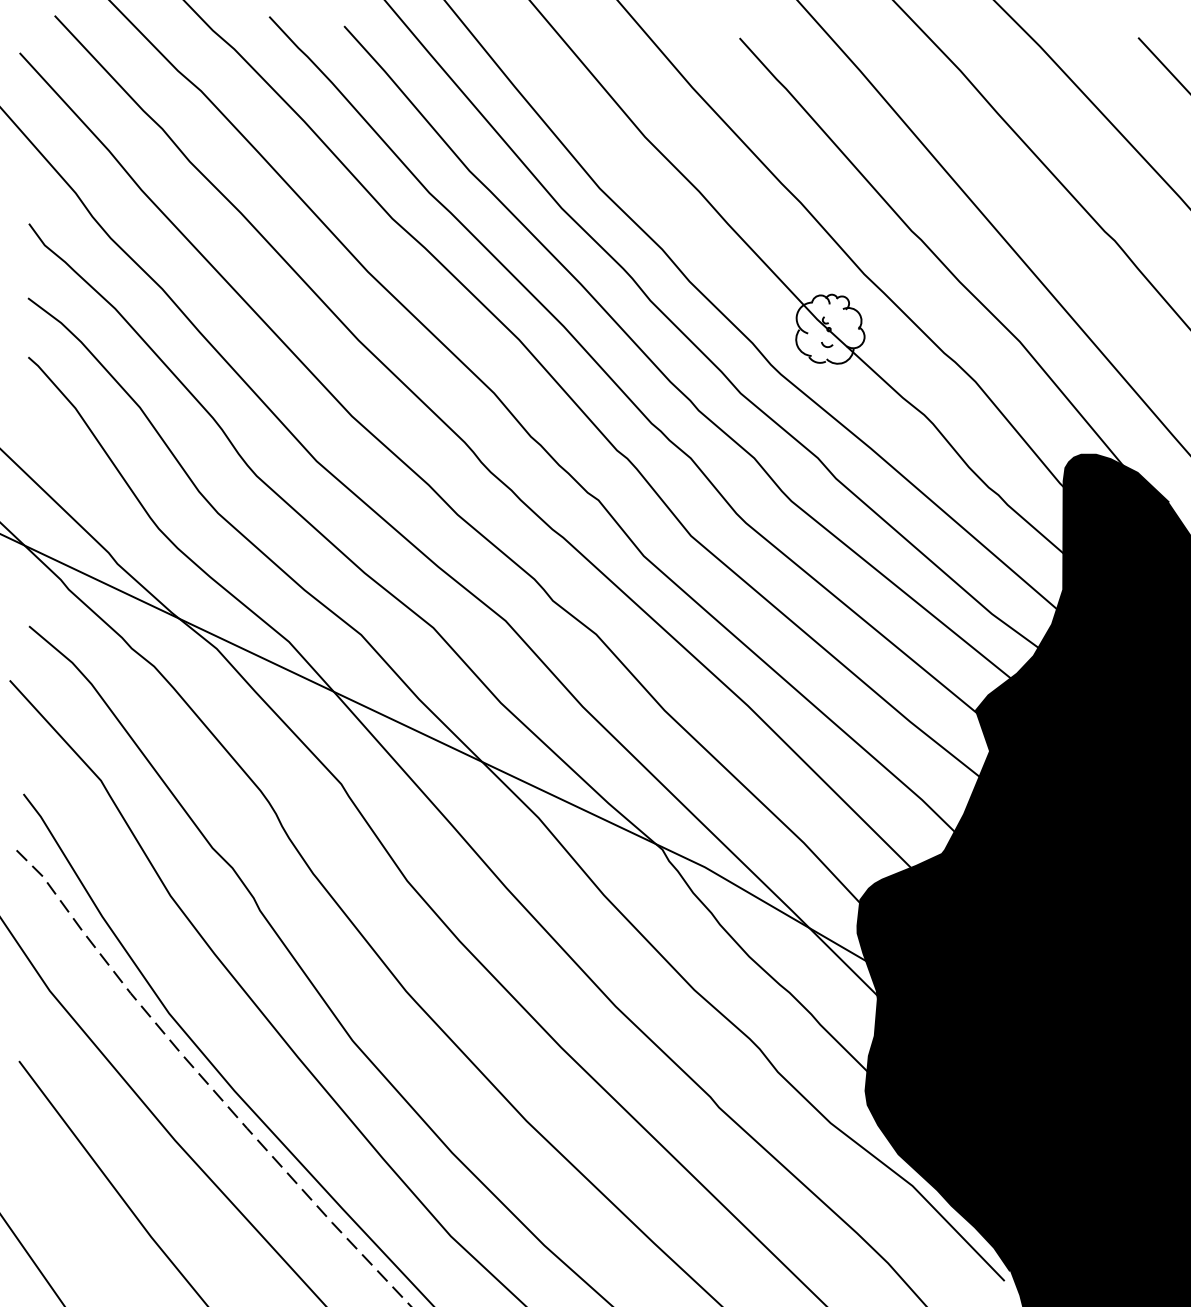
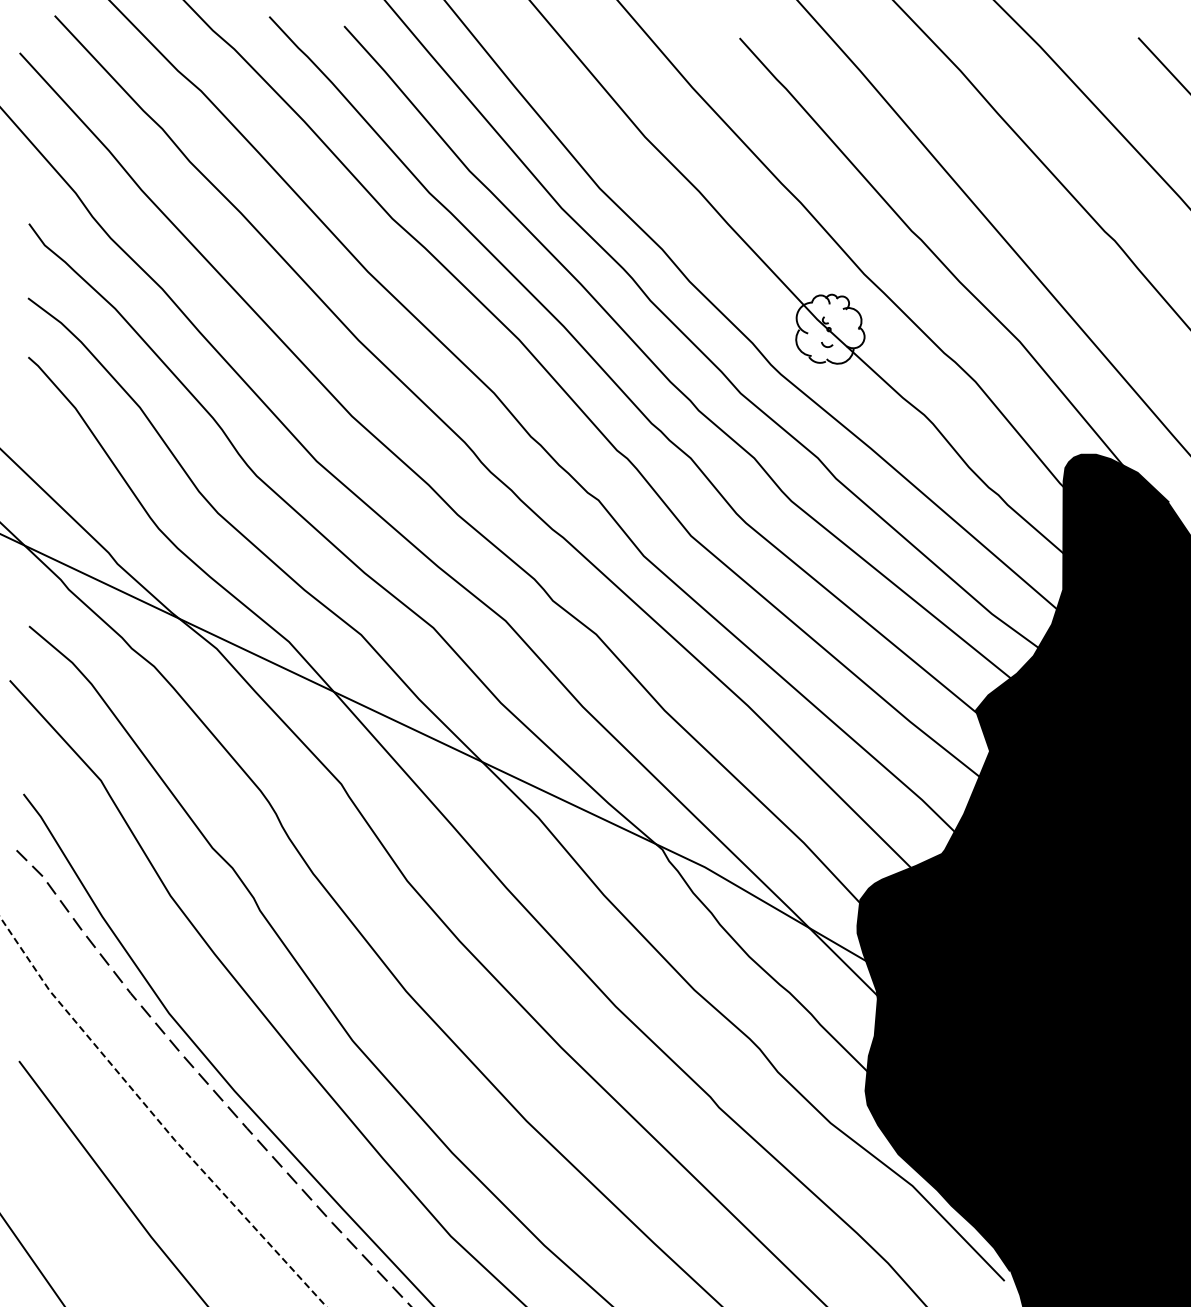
line at (155, 1117): solid -> dashed
